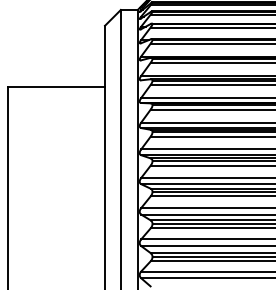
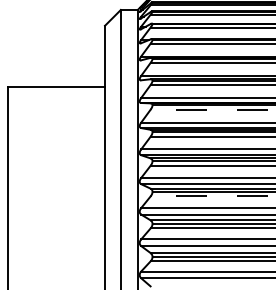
line at (212, 109): solid -> dashed
line at (212, 196): solid -> dashed
